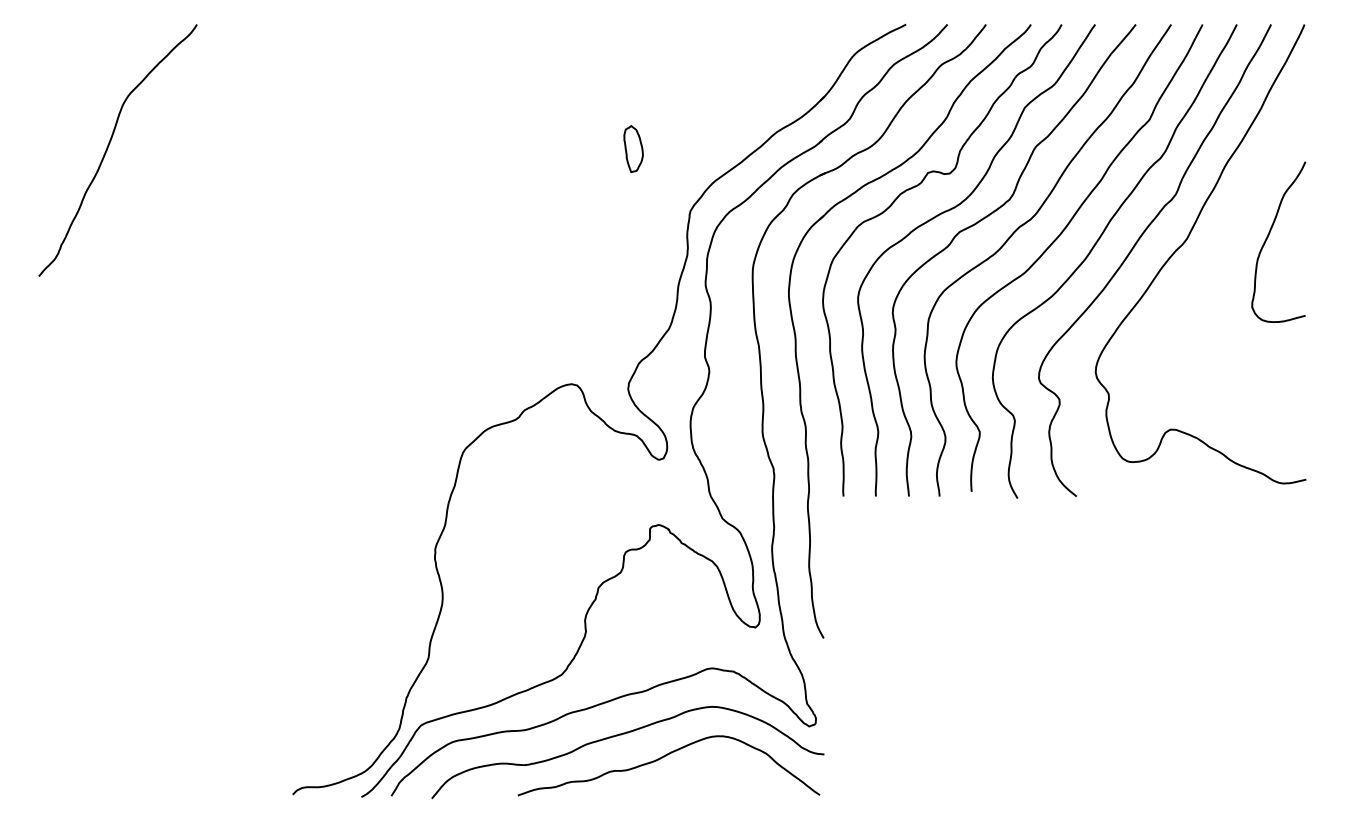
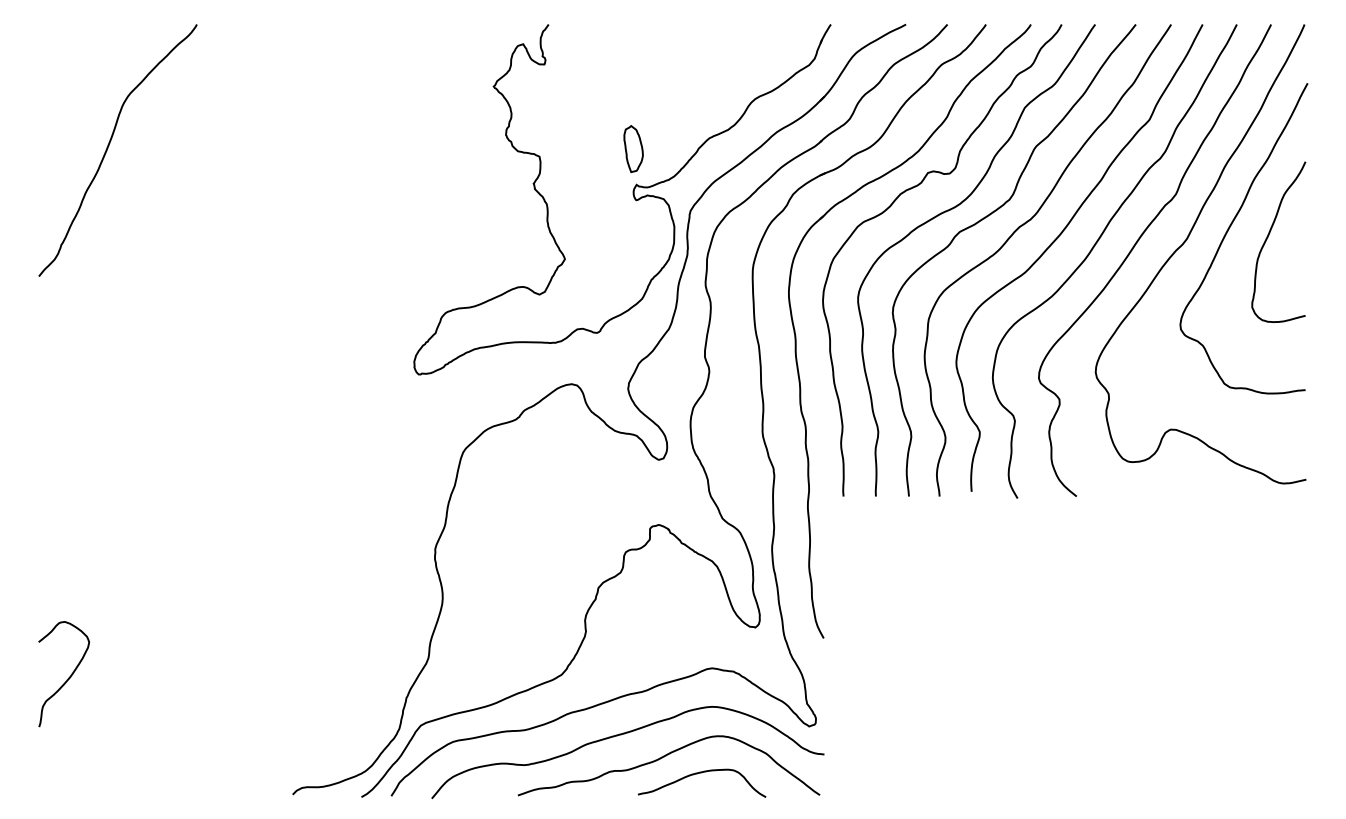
part at (632, 194): none -> present
curve at (1228, 231): none -> present
curve at (68, 677): none -> present
curve at (701, 773): none -> present
